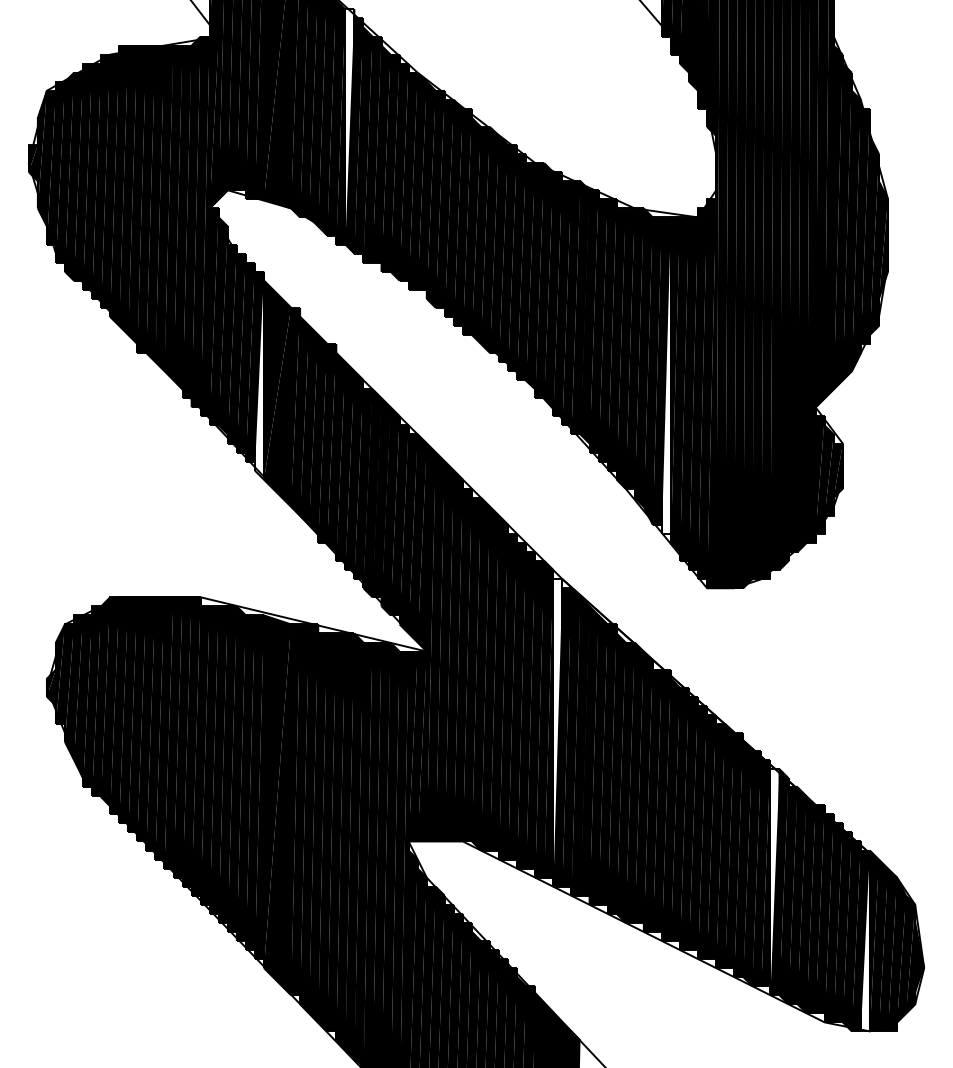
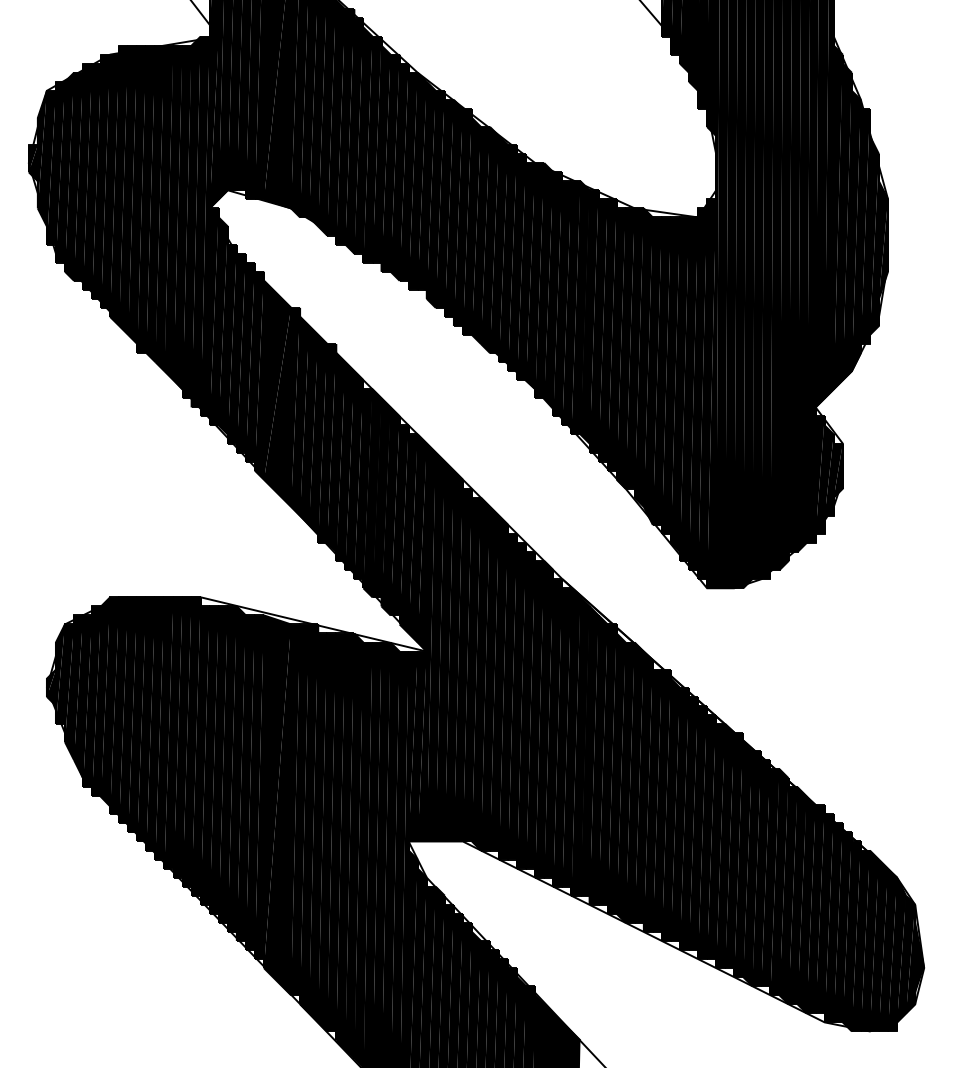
fill at (349, 126): none -> present
fill at (258, 375): none -> present
fill at (665, 375): none -> present
fill at (557, 732): none -> present
fill at (774, 882): none -> present
fill at (864, 940): none -> present
